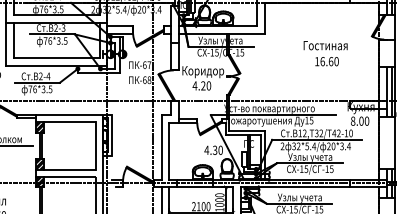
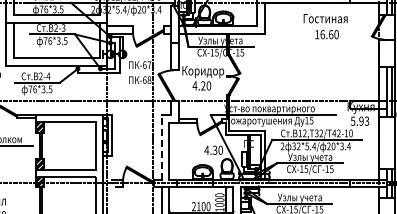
text at (325, 53) position: (325, 53) -> (325, 26)
text at (359, 120): 8.00 -> 5.93
line at (161, 147): solid -> dashed
